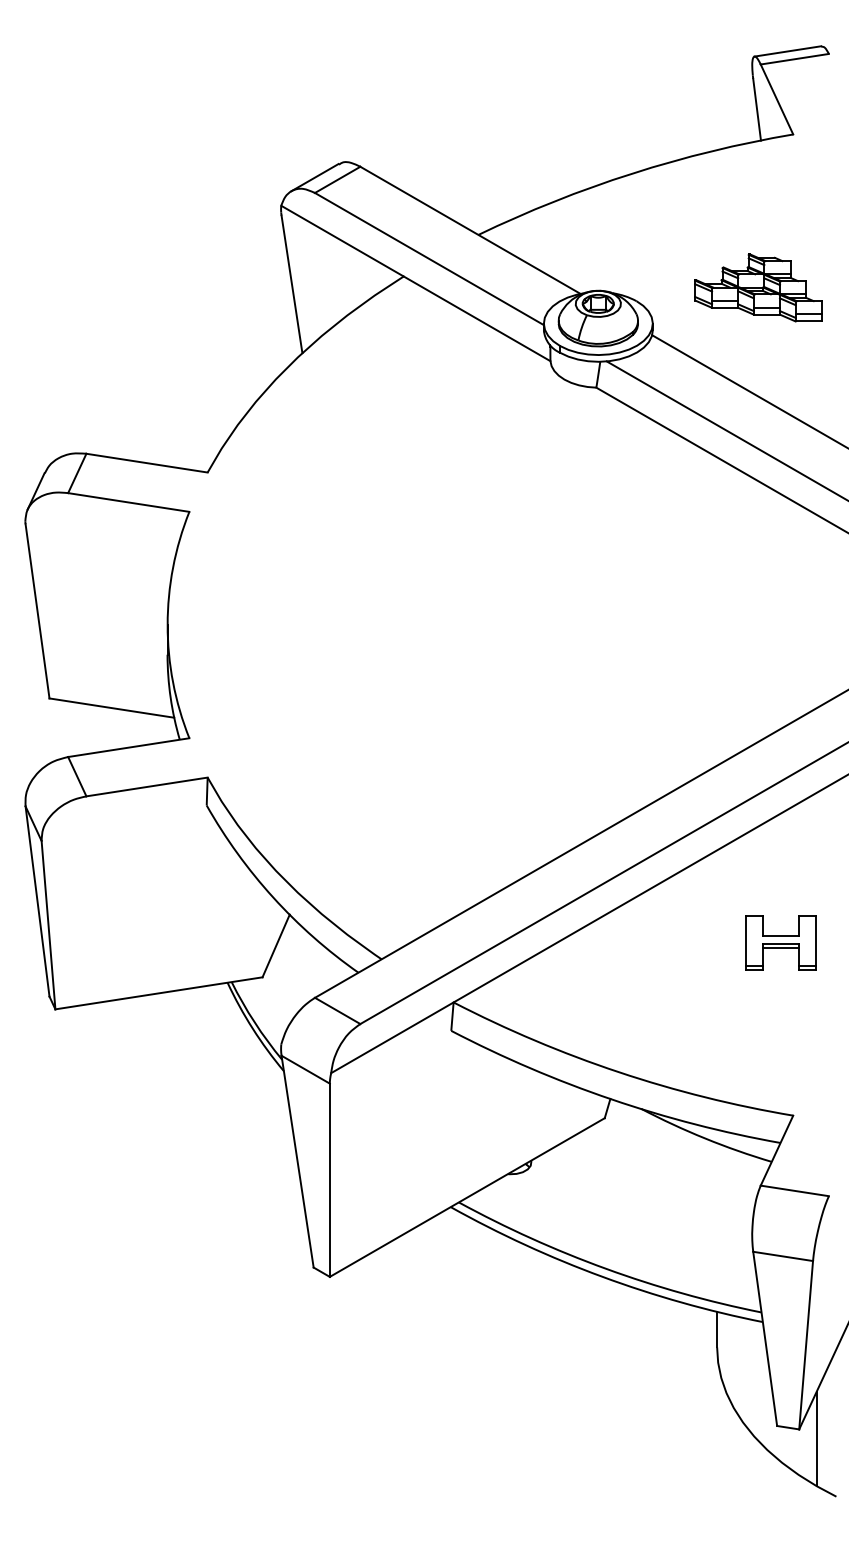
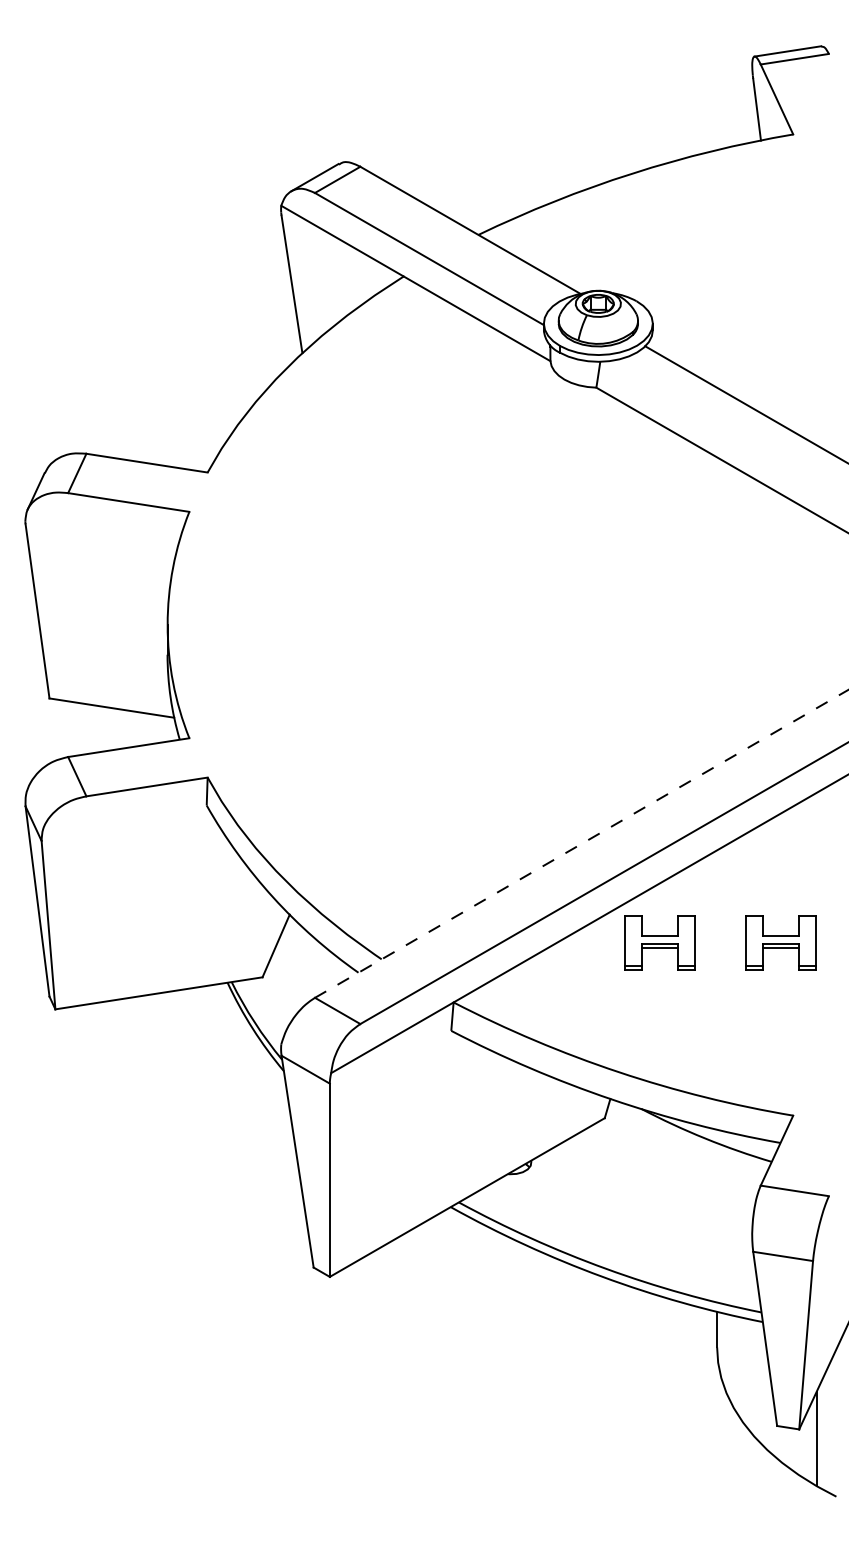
part at (758, 287): present -> none
line at (748, 390) position: (748, 390) -> (745, 403)
line at (725, 430): present -> none
line at (581, 843): solid -> dashed
part at (659, 942): none -> present
